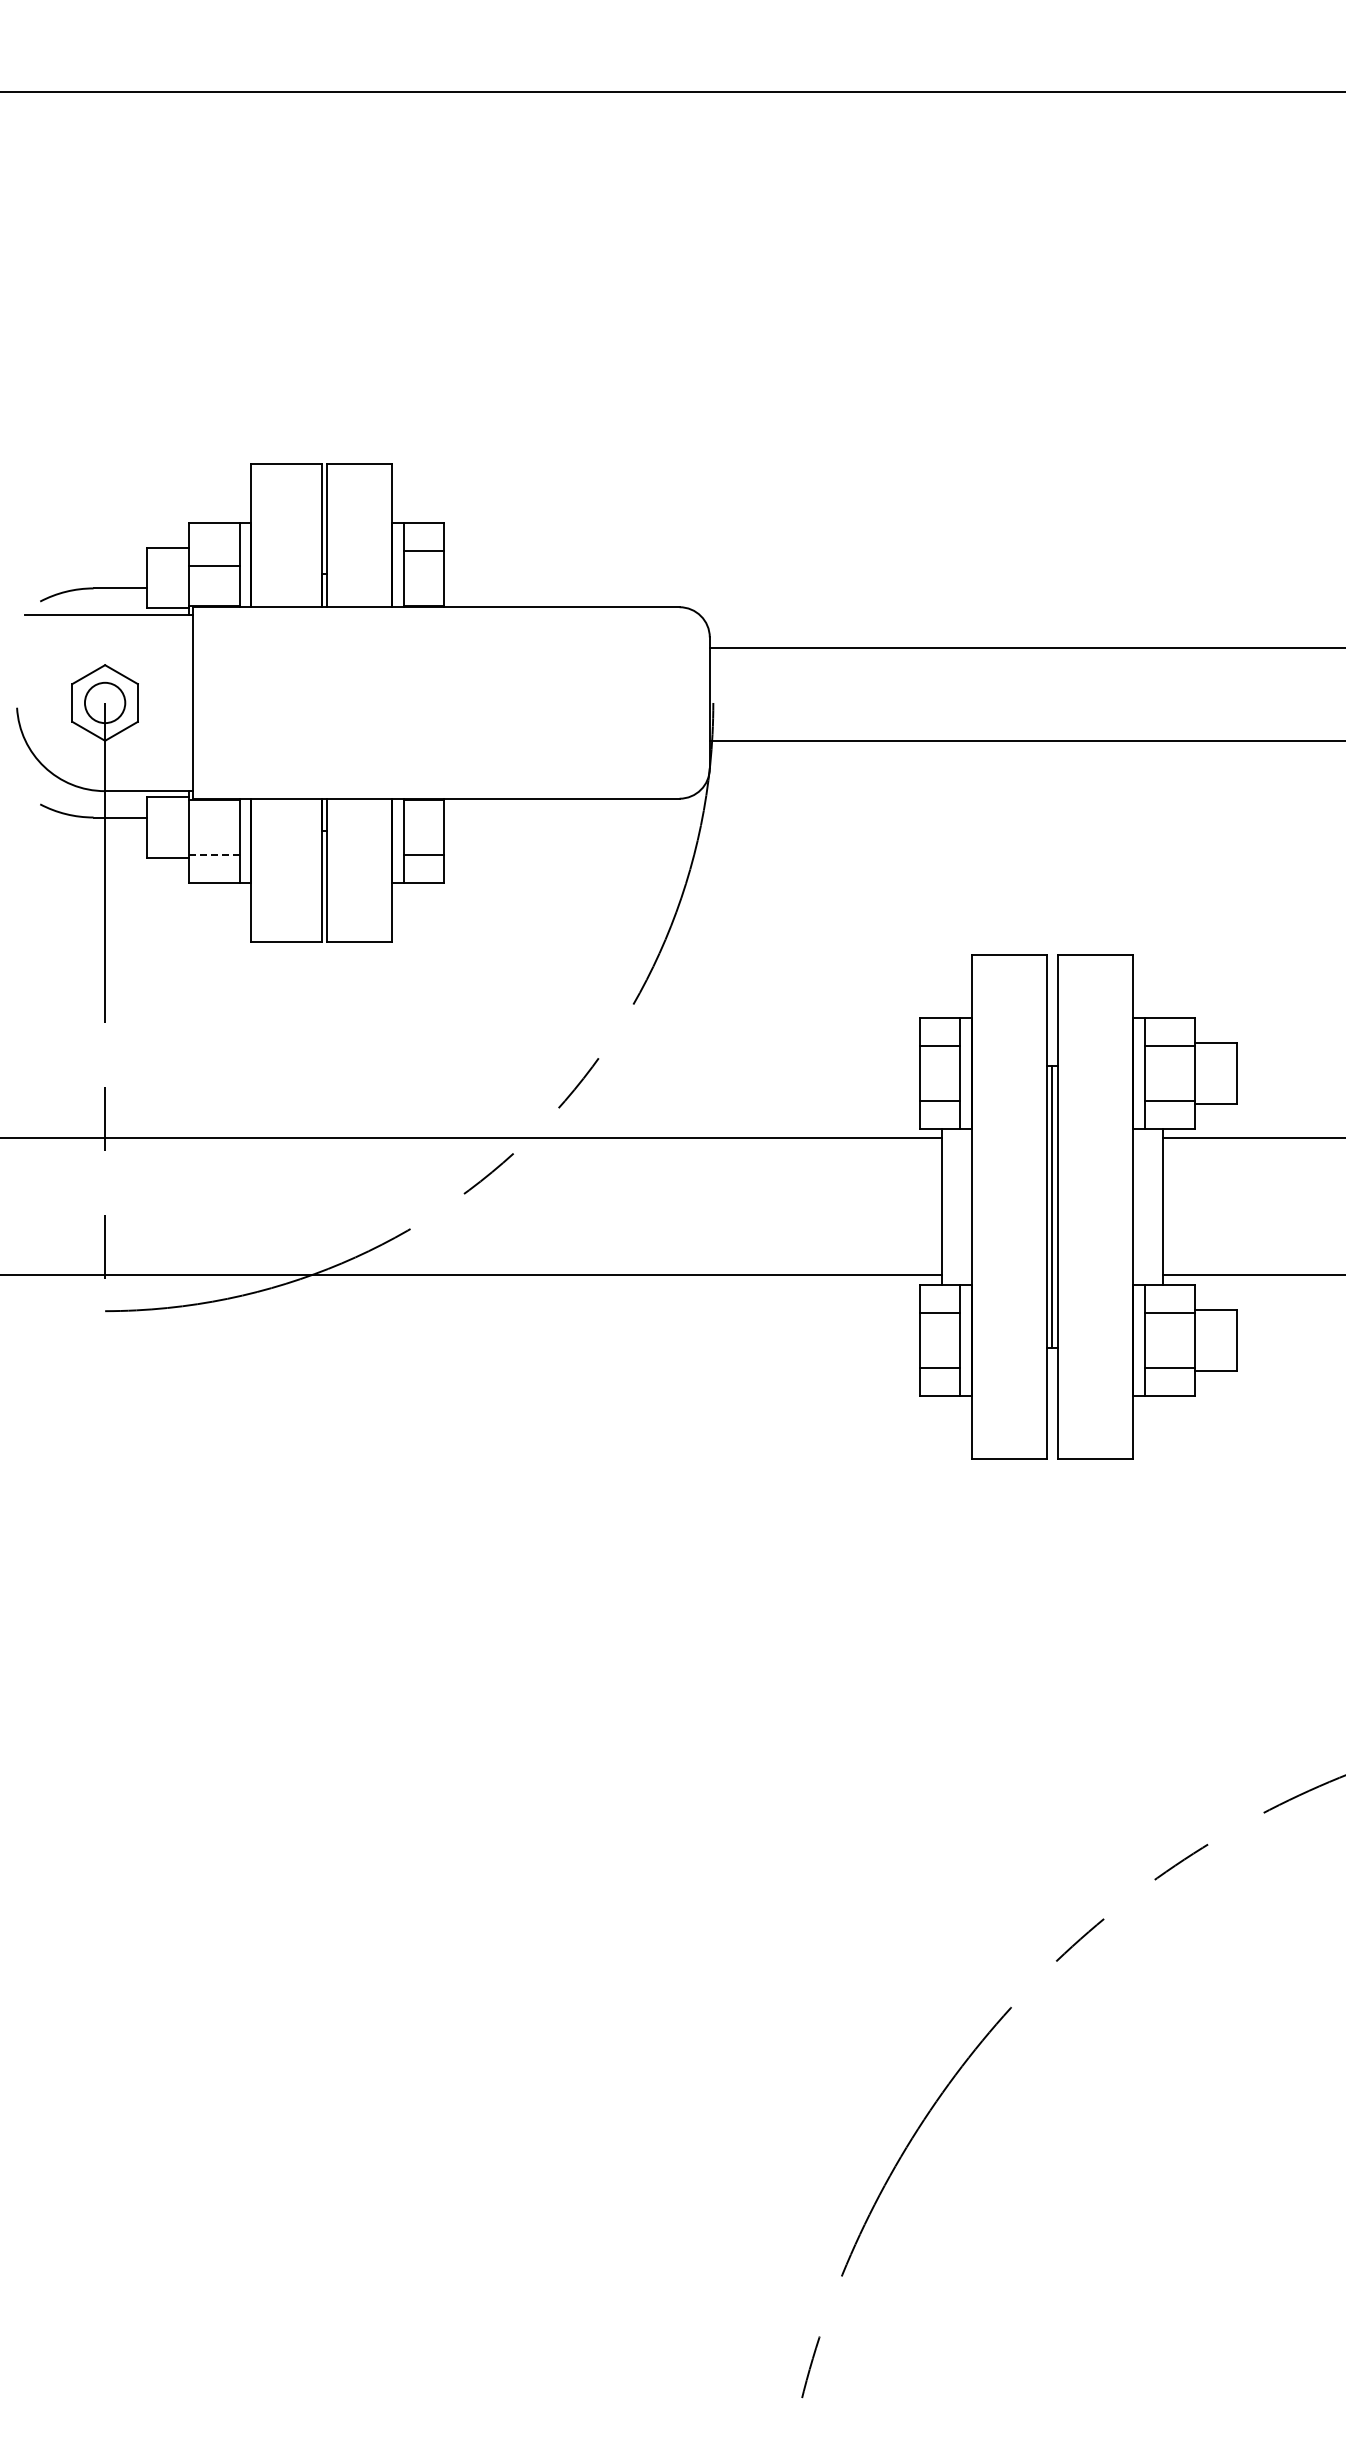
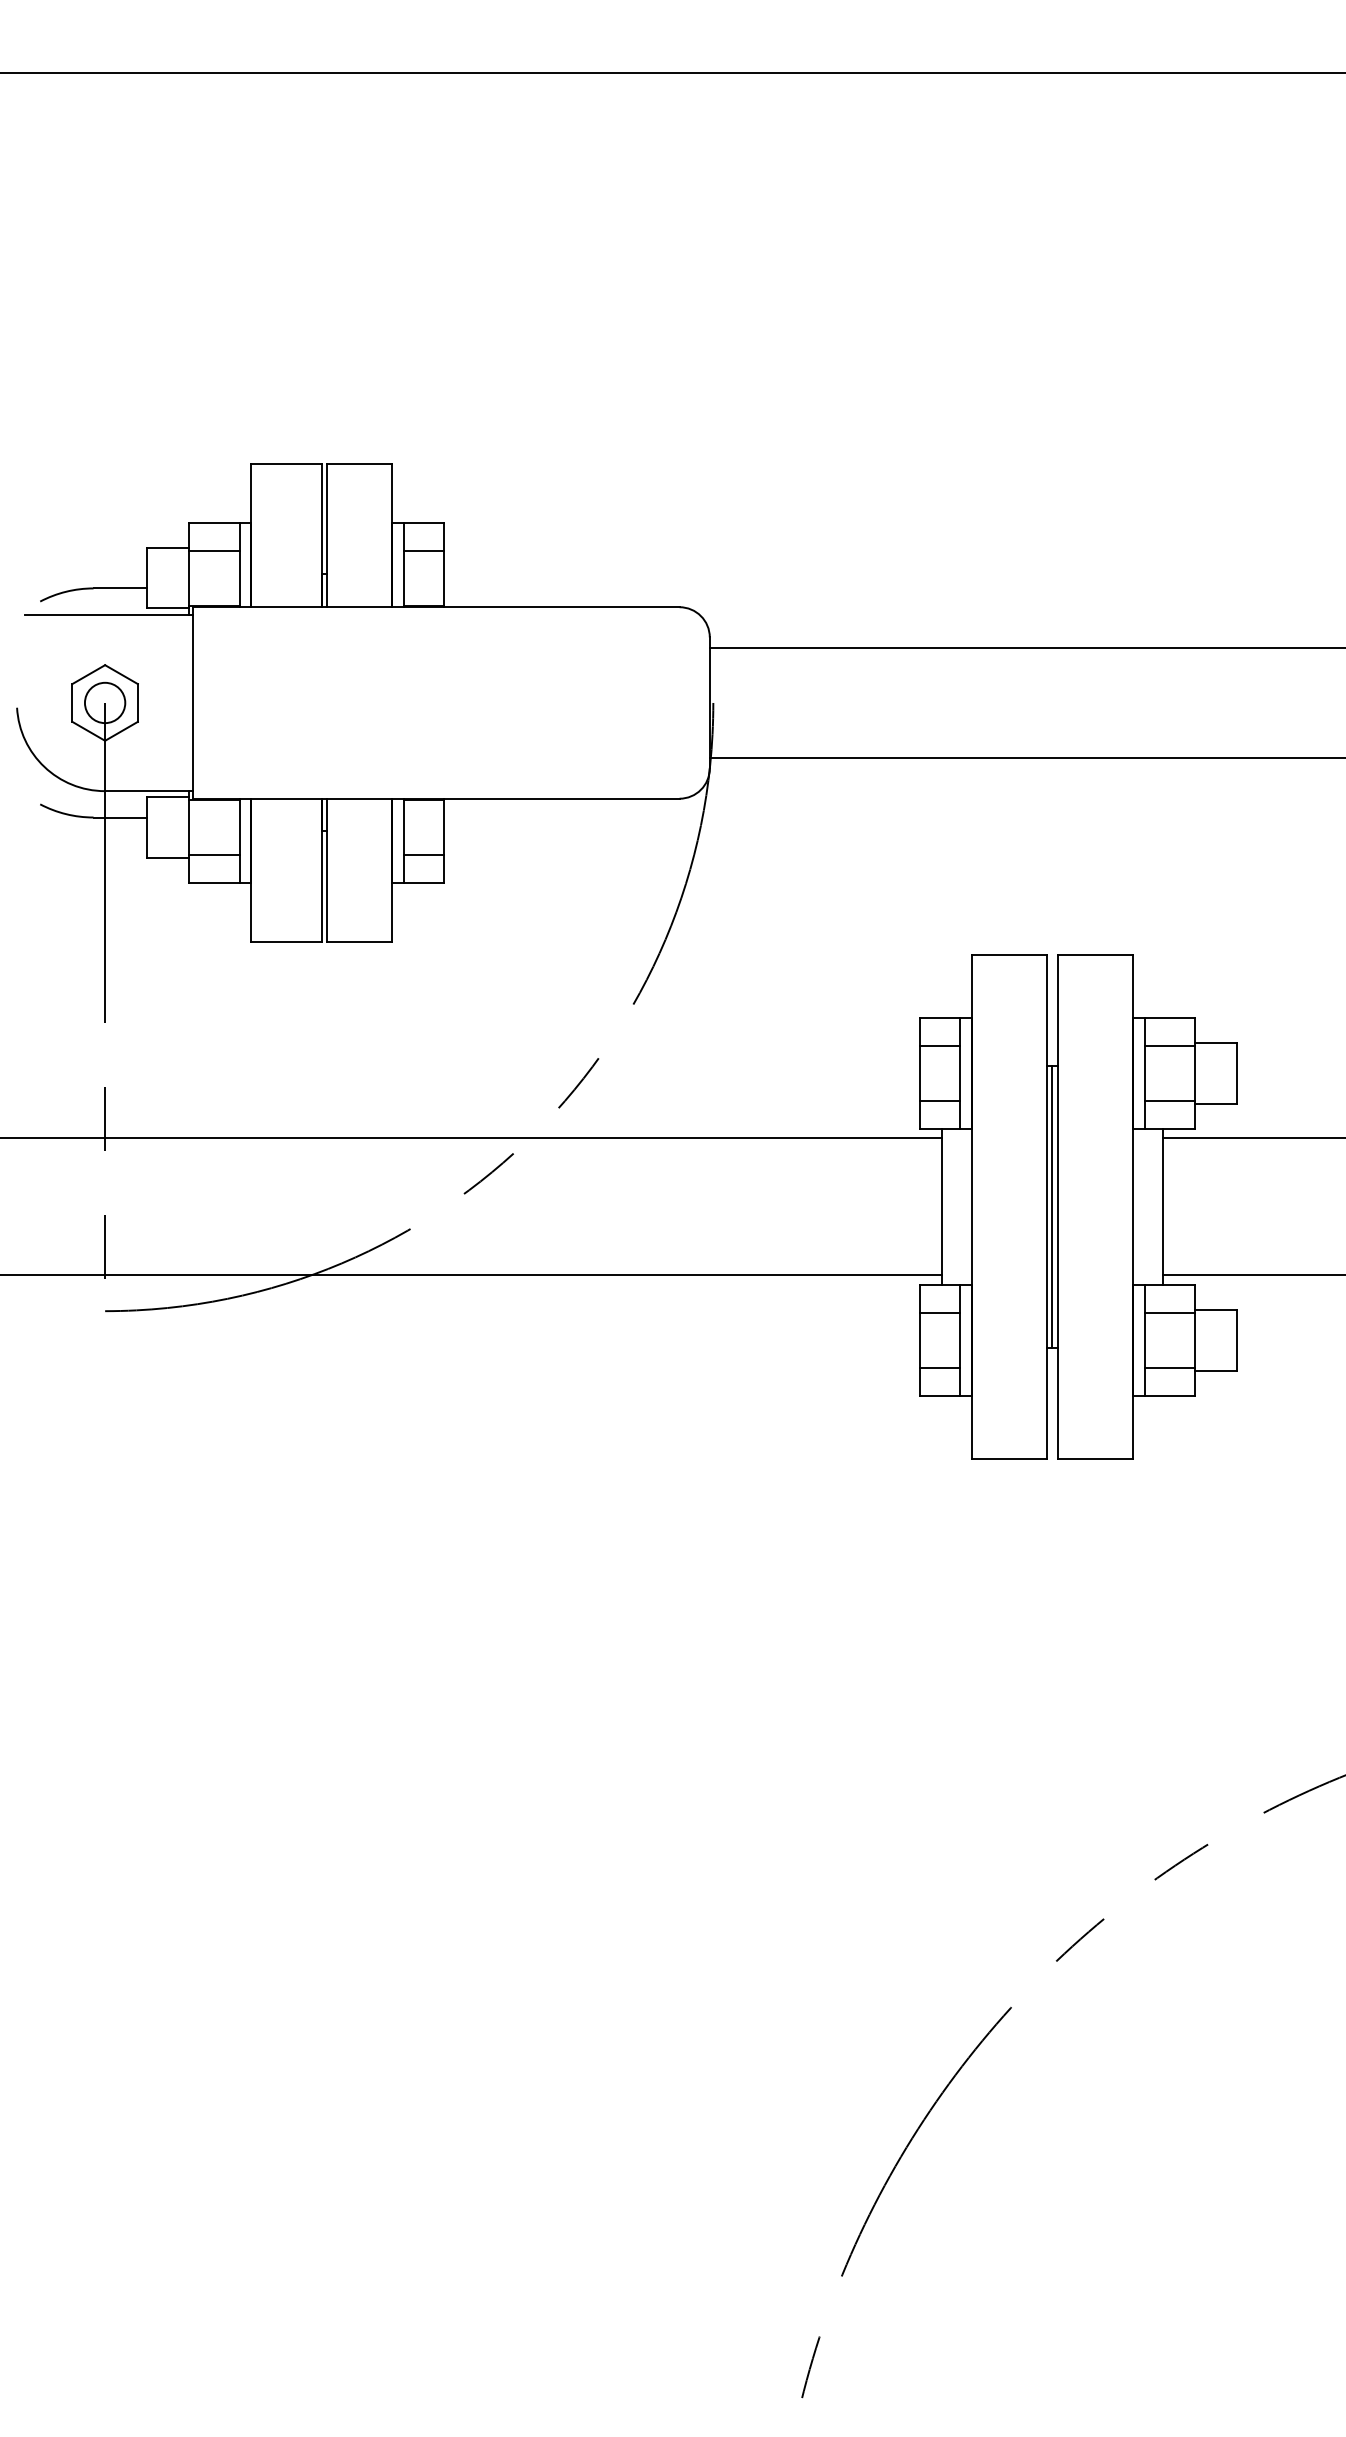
line at (672, 92) position: (672, 92) -> (672, 73)
line at (214, 565) position: (214, 565) -> (214, 550)
line at (1025, 740) position: (1025, 740) -> (1025, 757)
line at (214, 855): dashed -> solid
